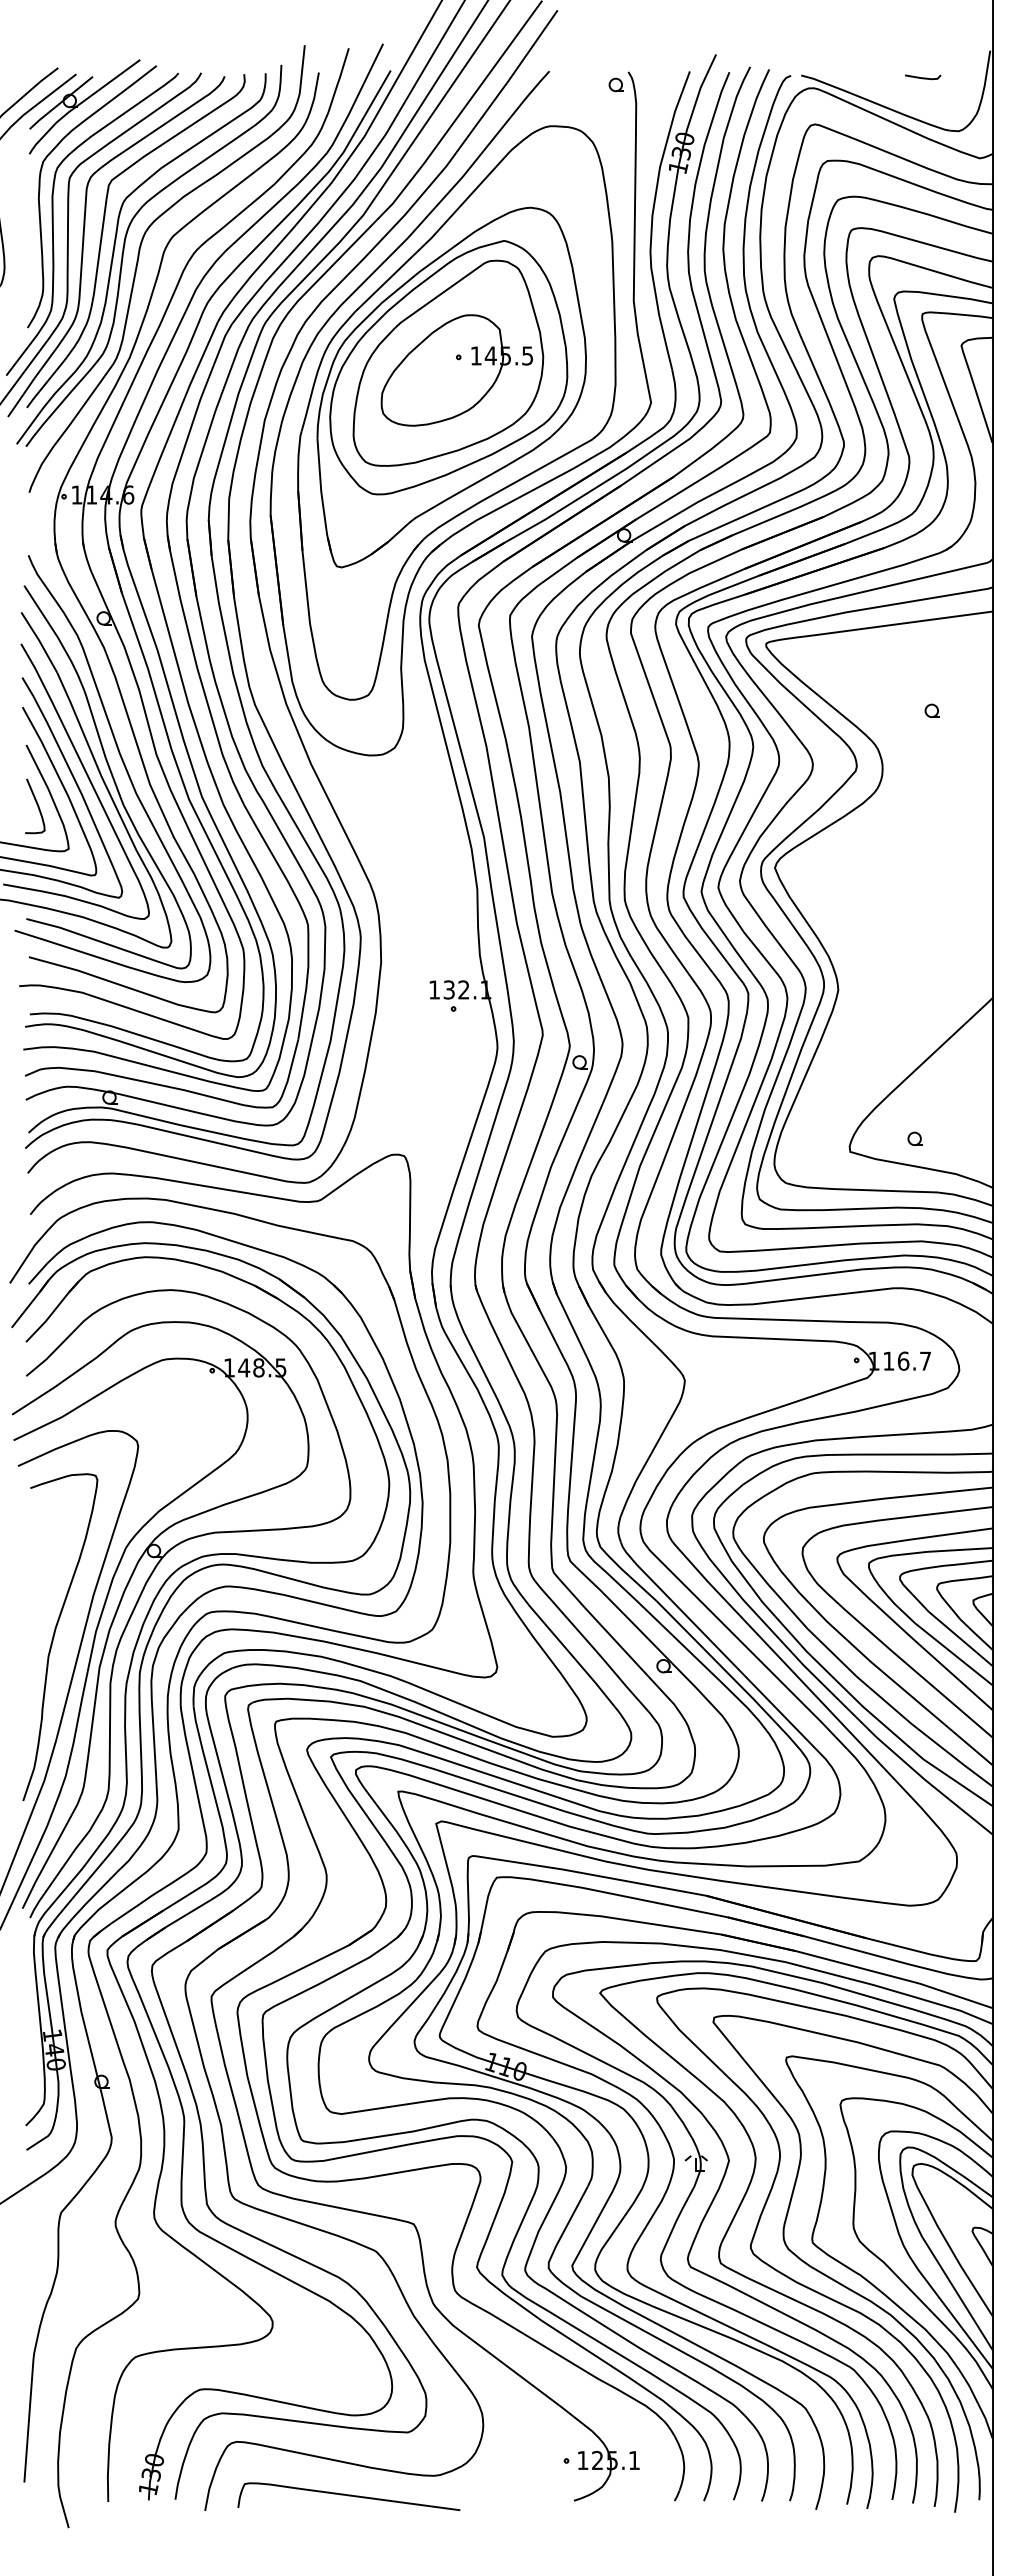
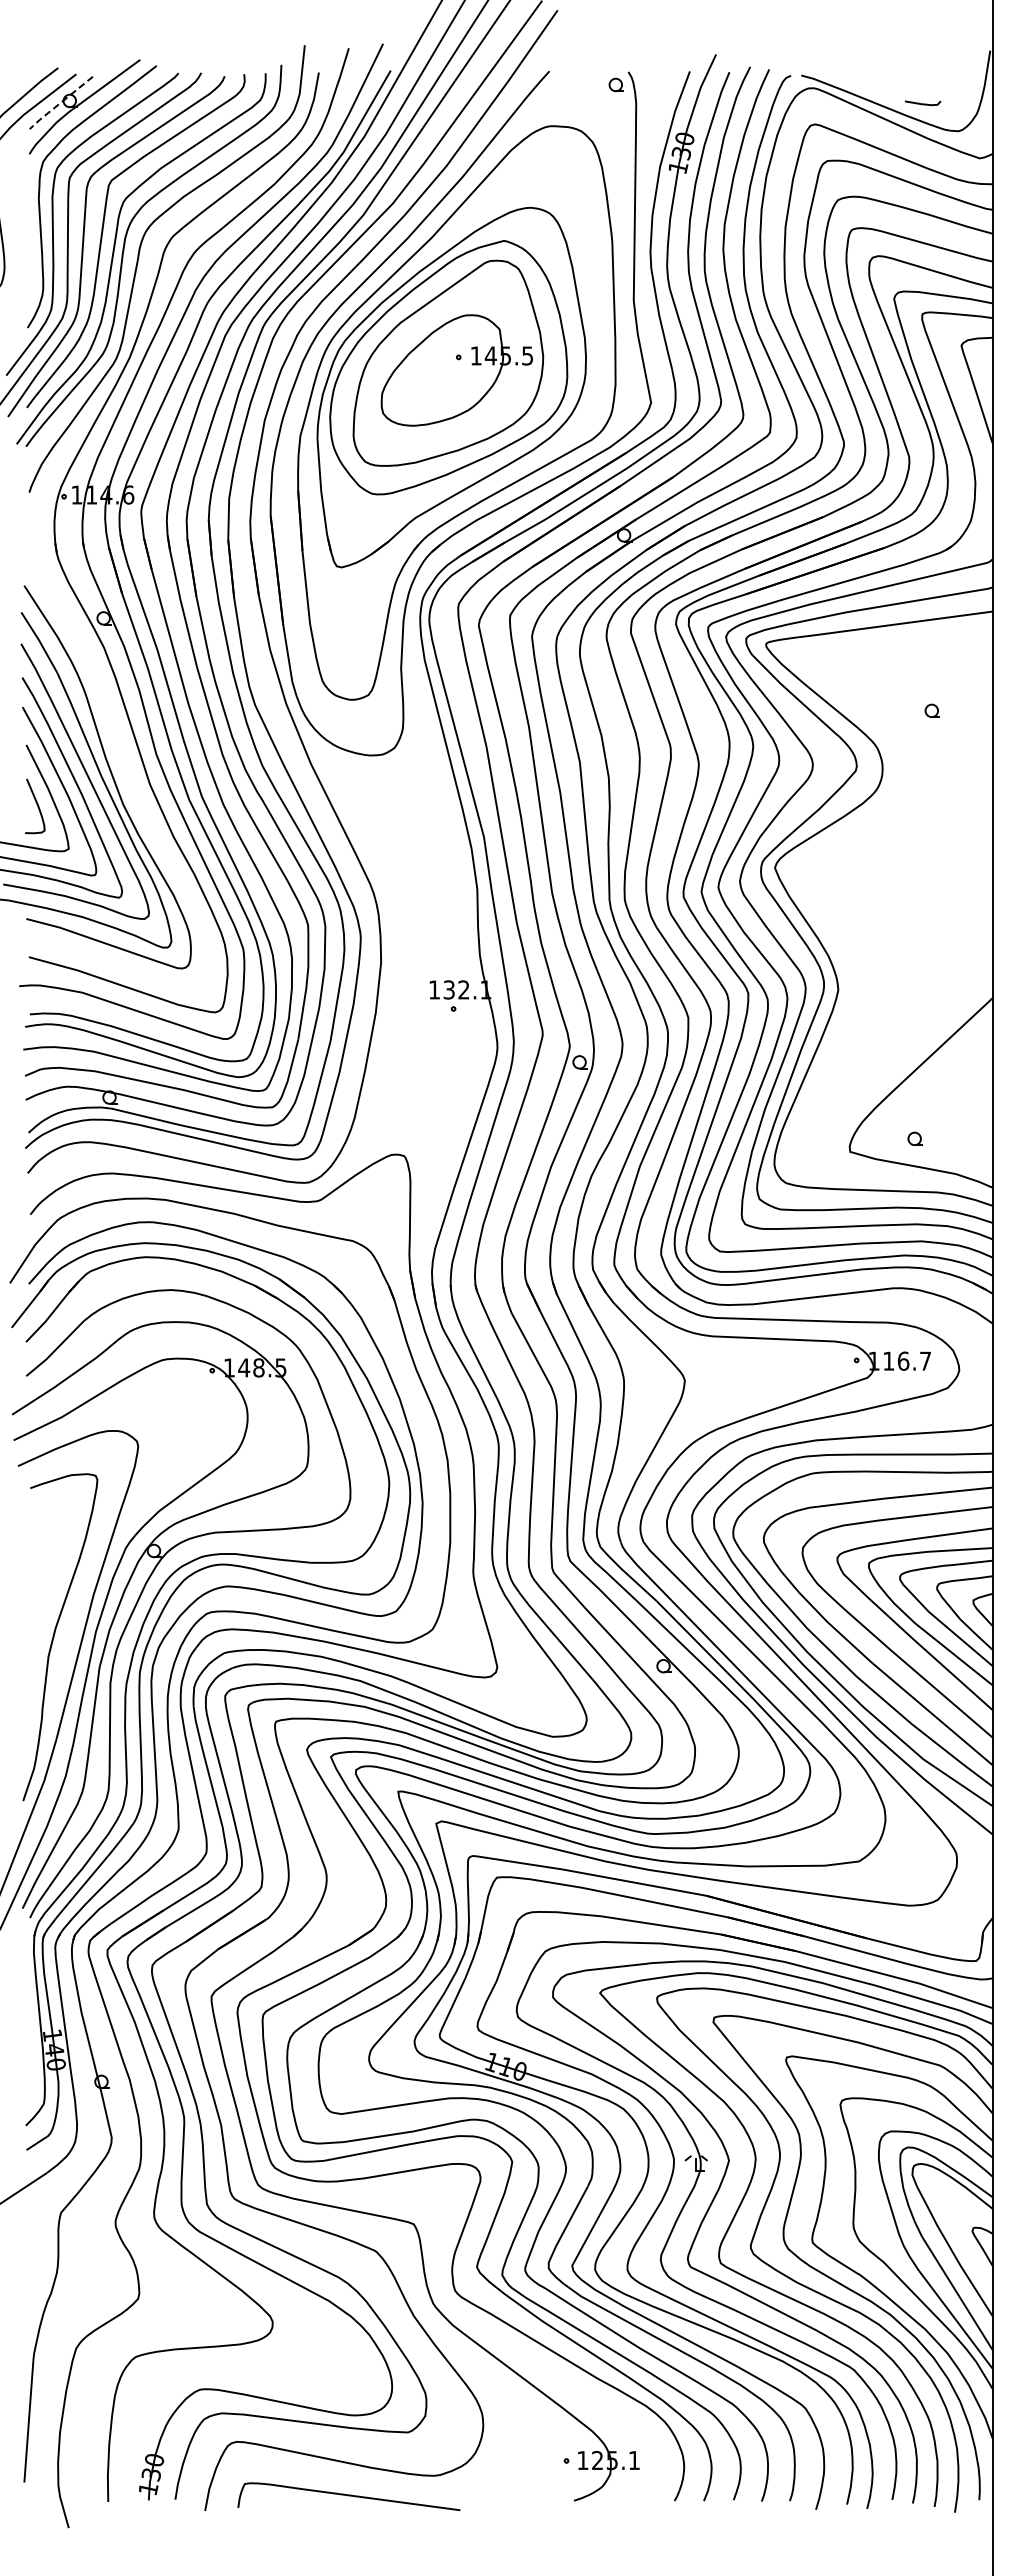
line at (923, 77) position: (923, 77) -> (923, 103)
line at (59, 103): solid -> dashed
curve at (122, 763): present -> none
